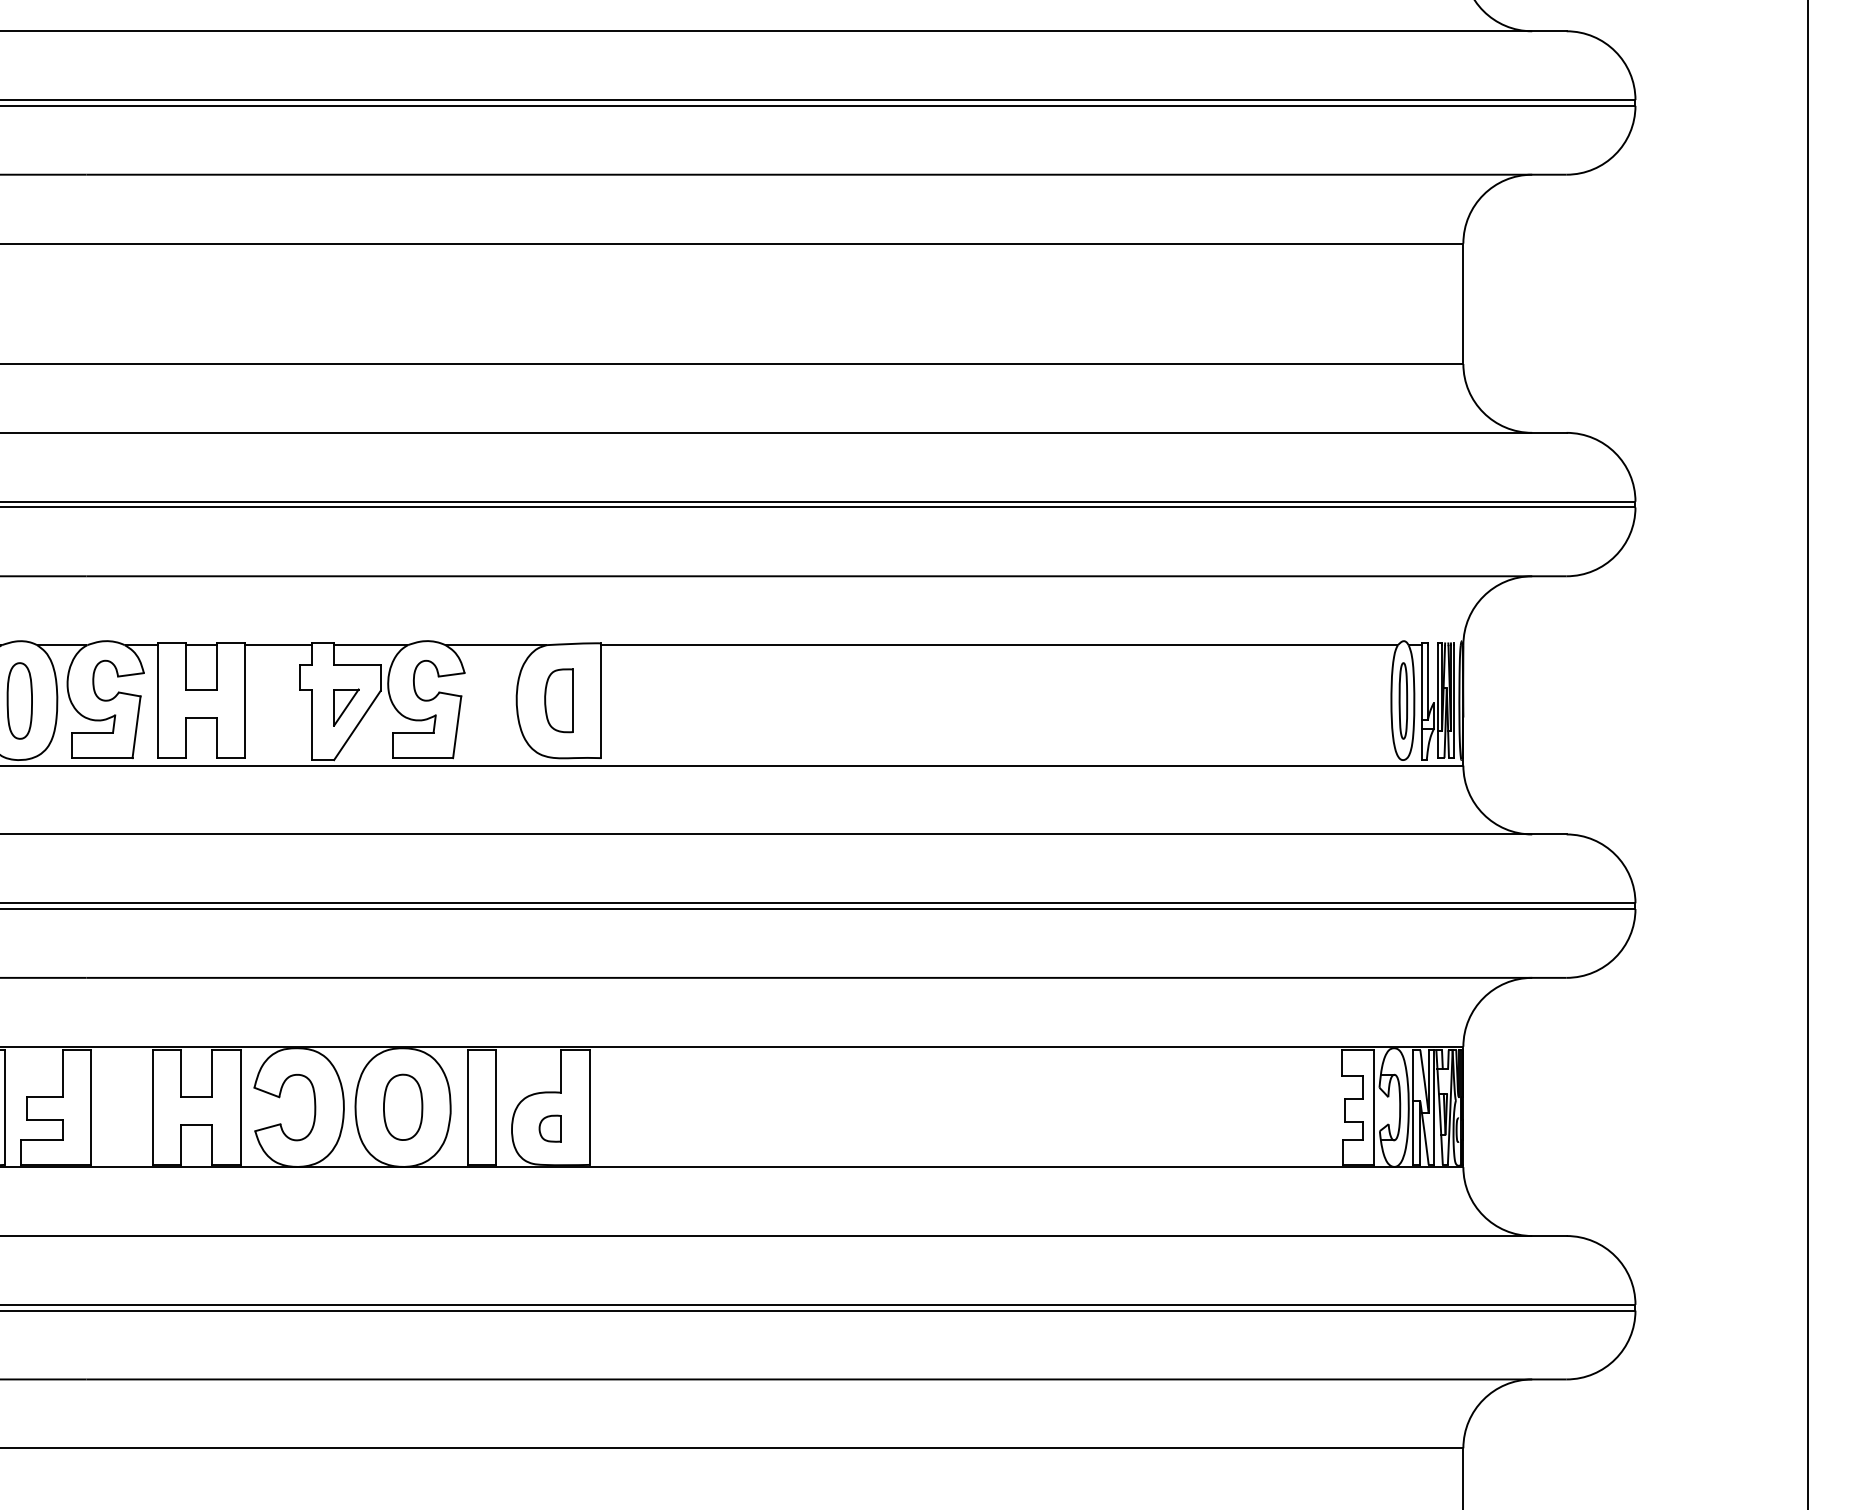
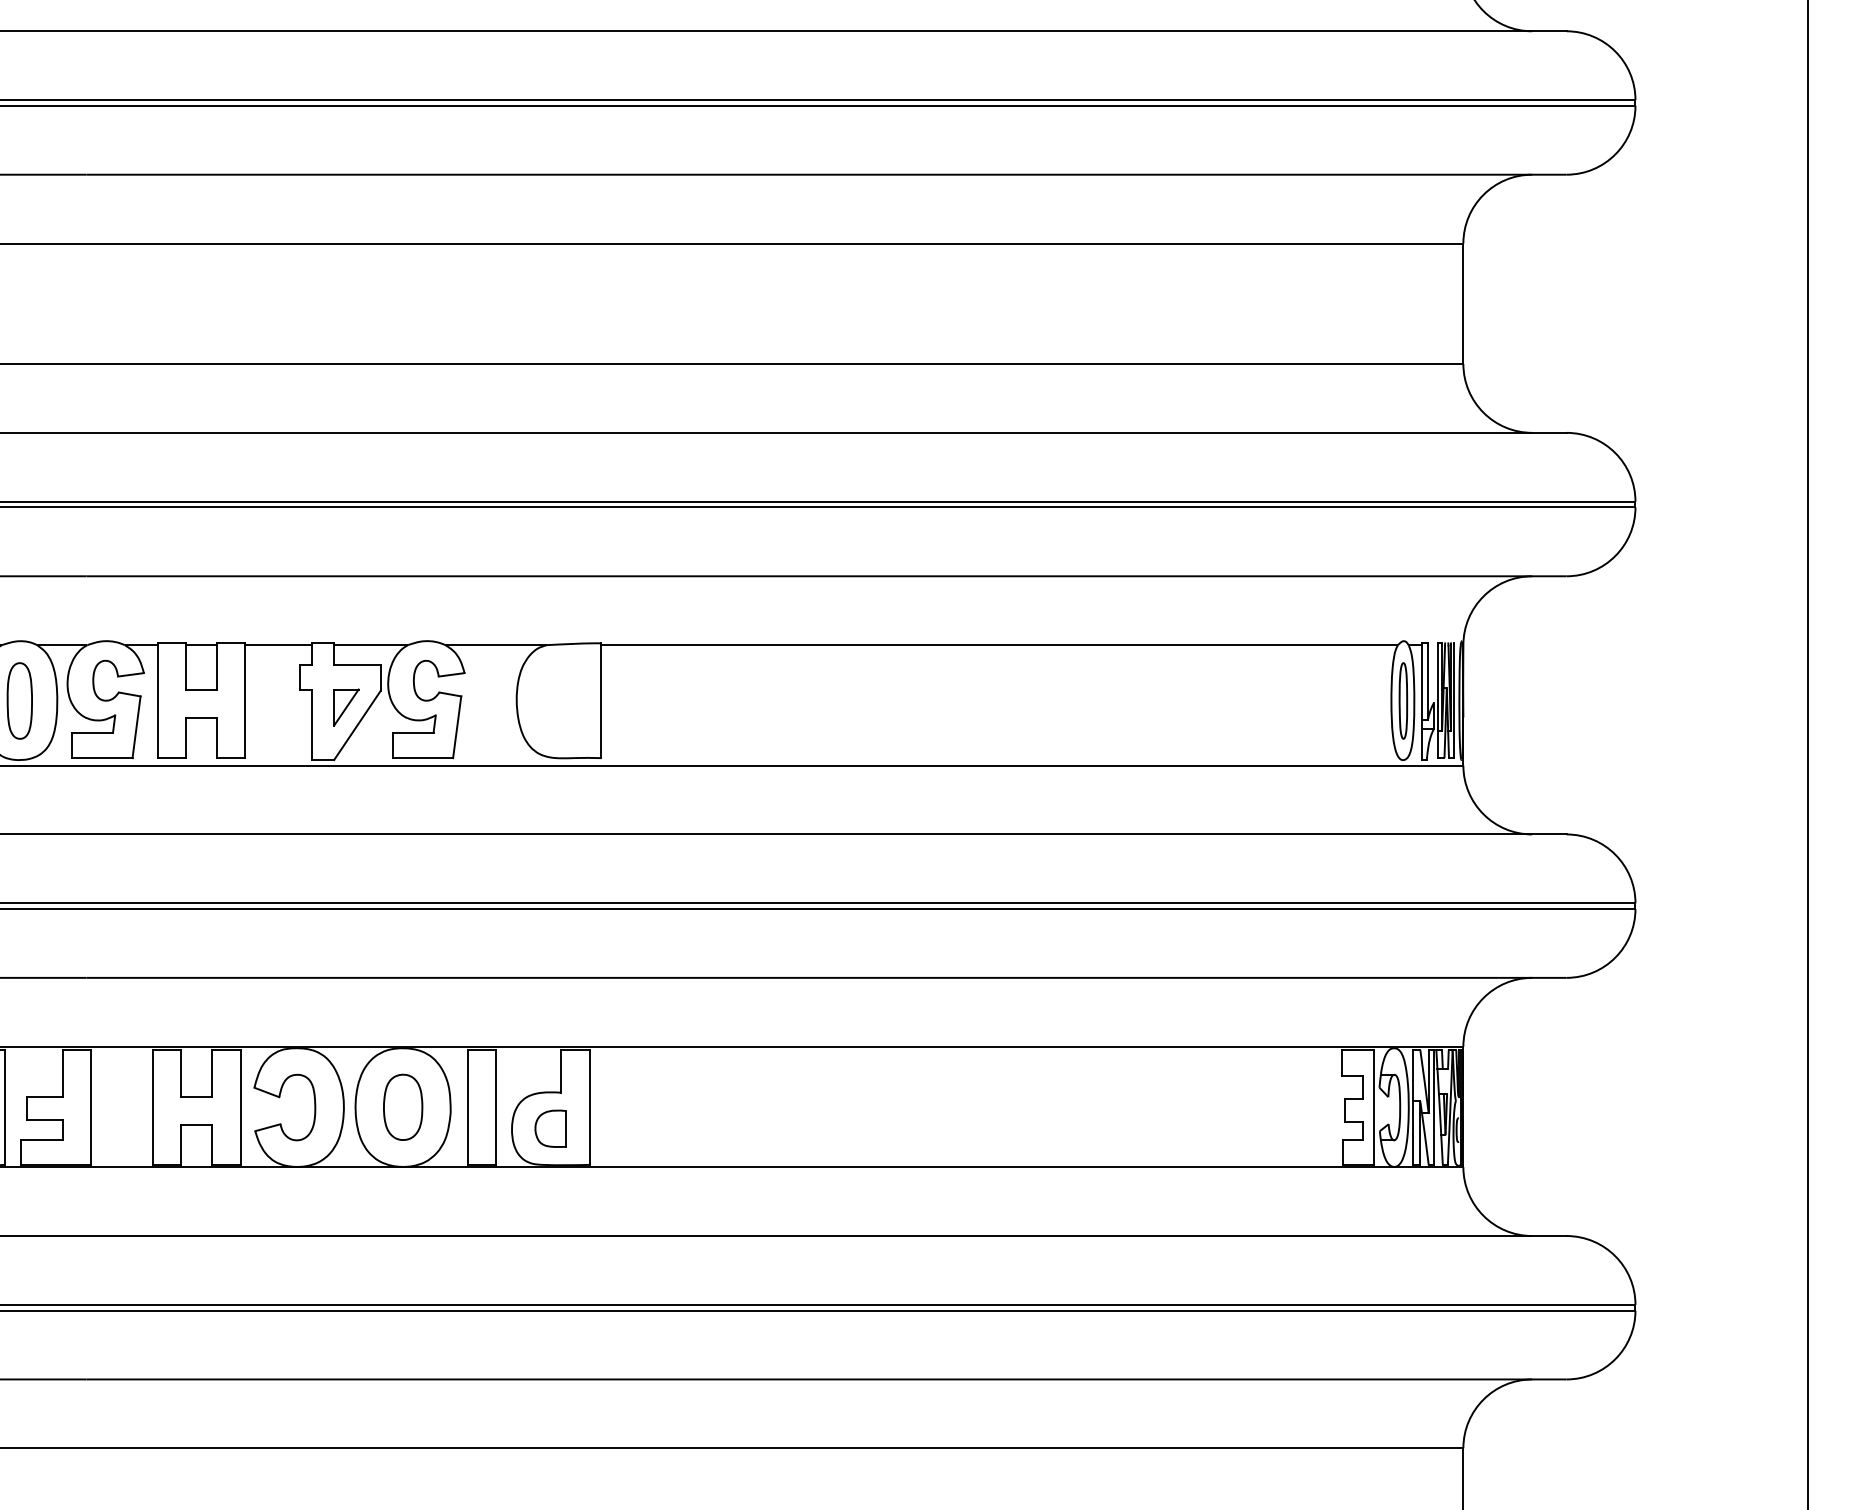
part at (558, 700): present -> none
part at (549, 1128) size: 24x29 px -> 33x39 px
